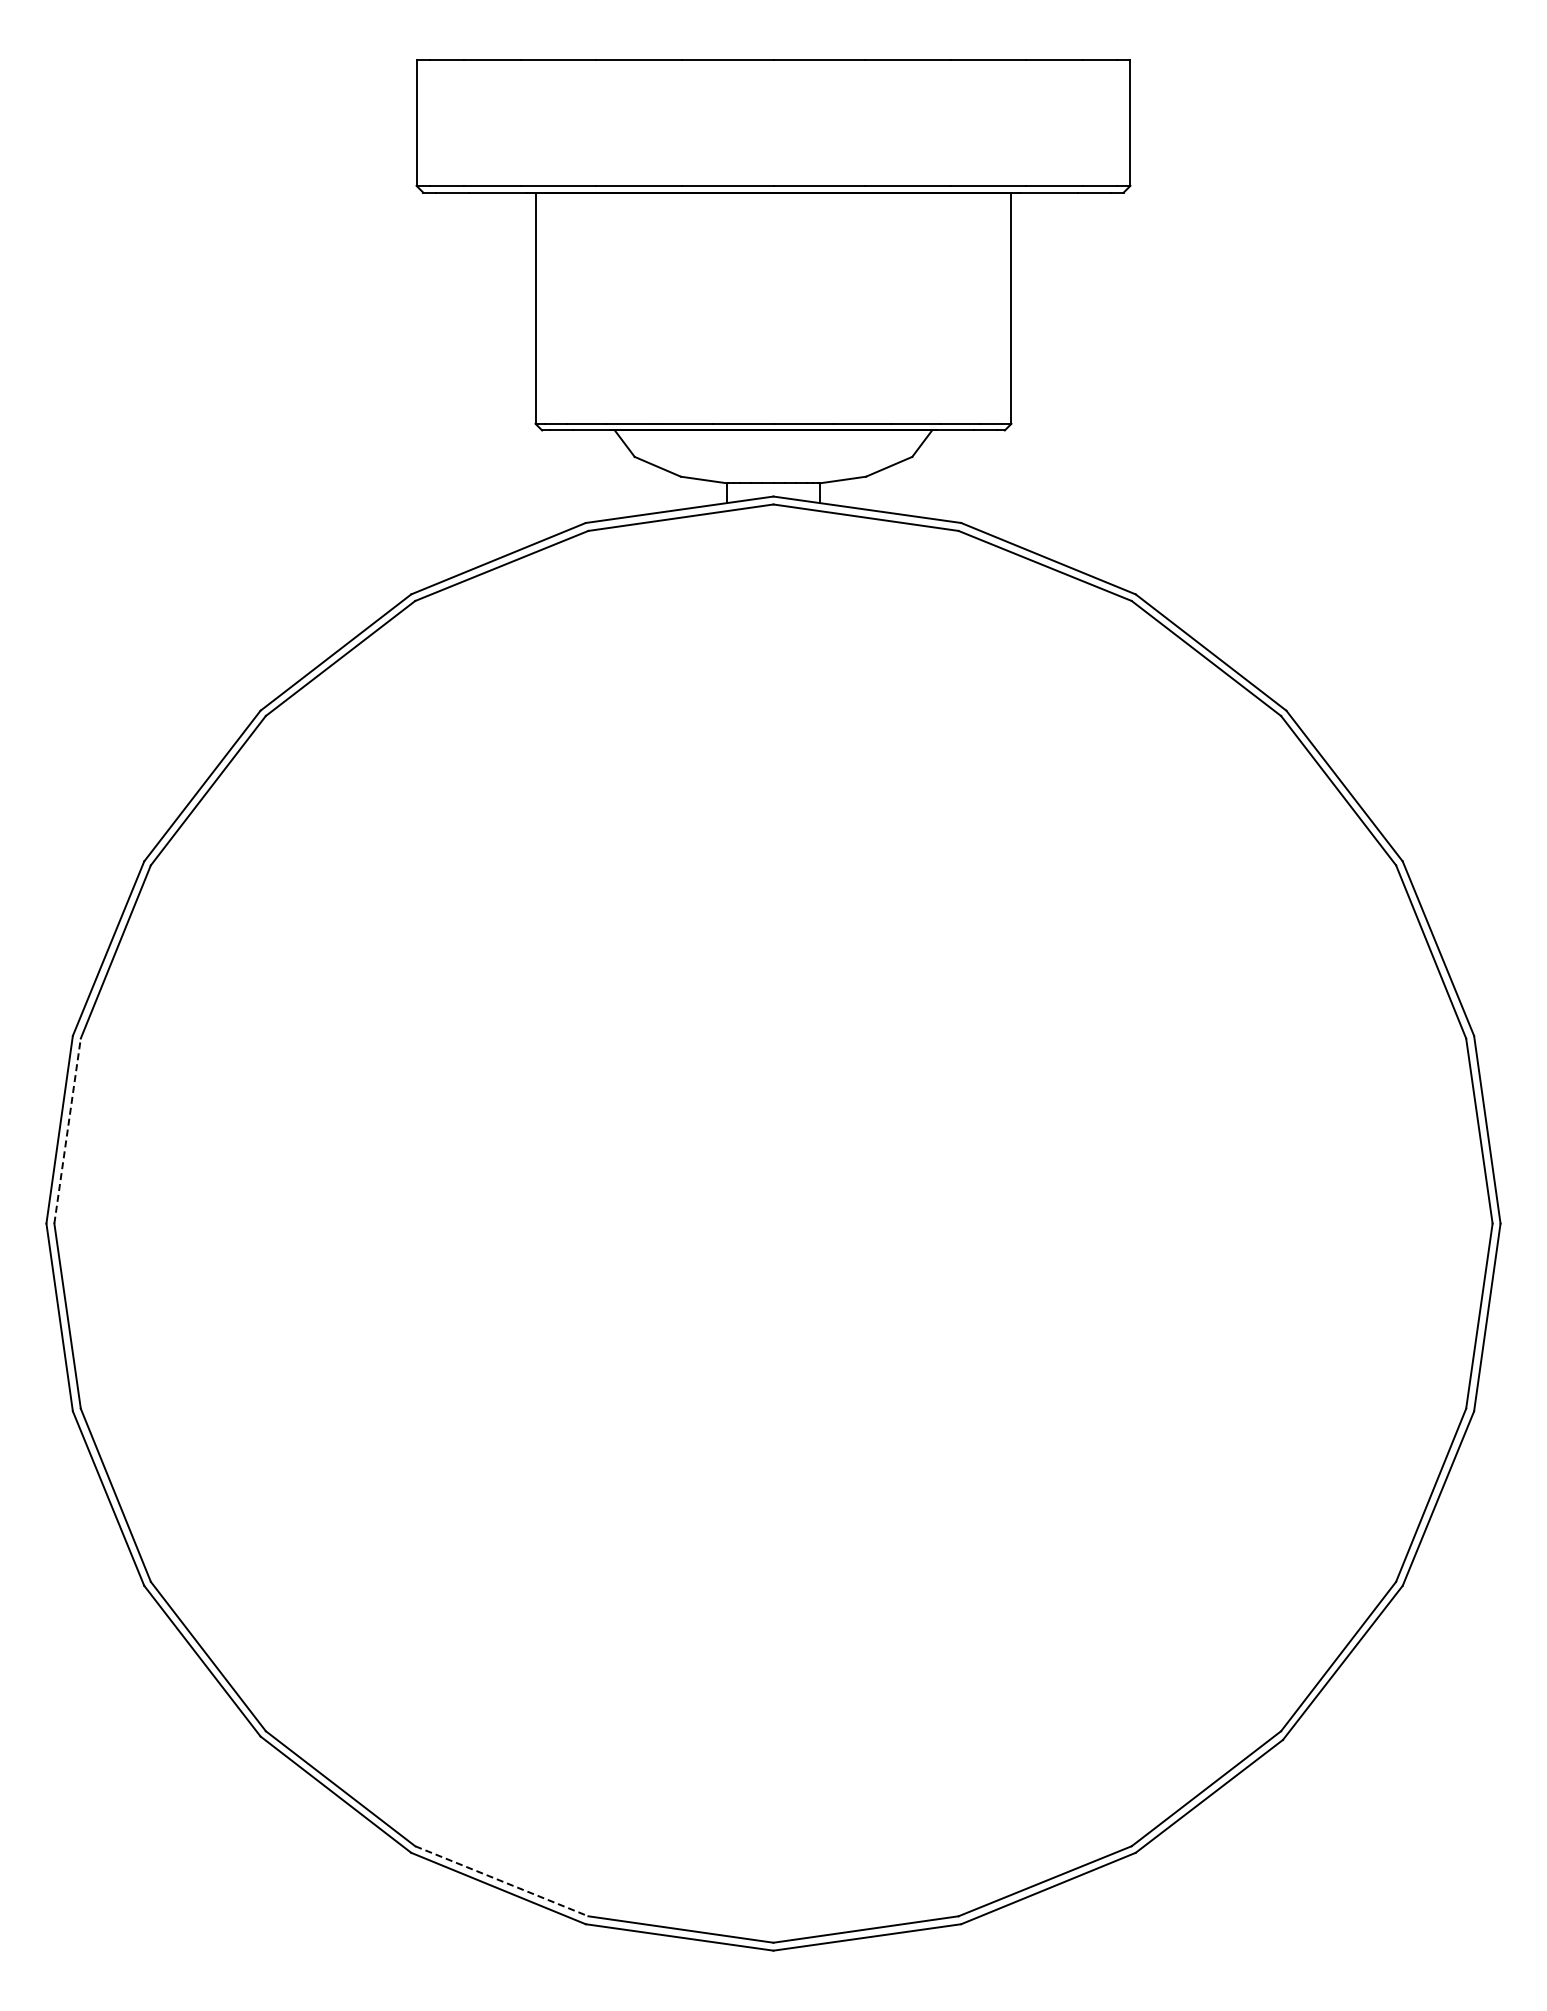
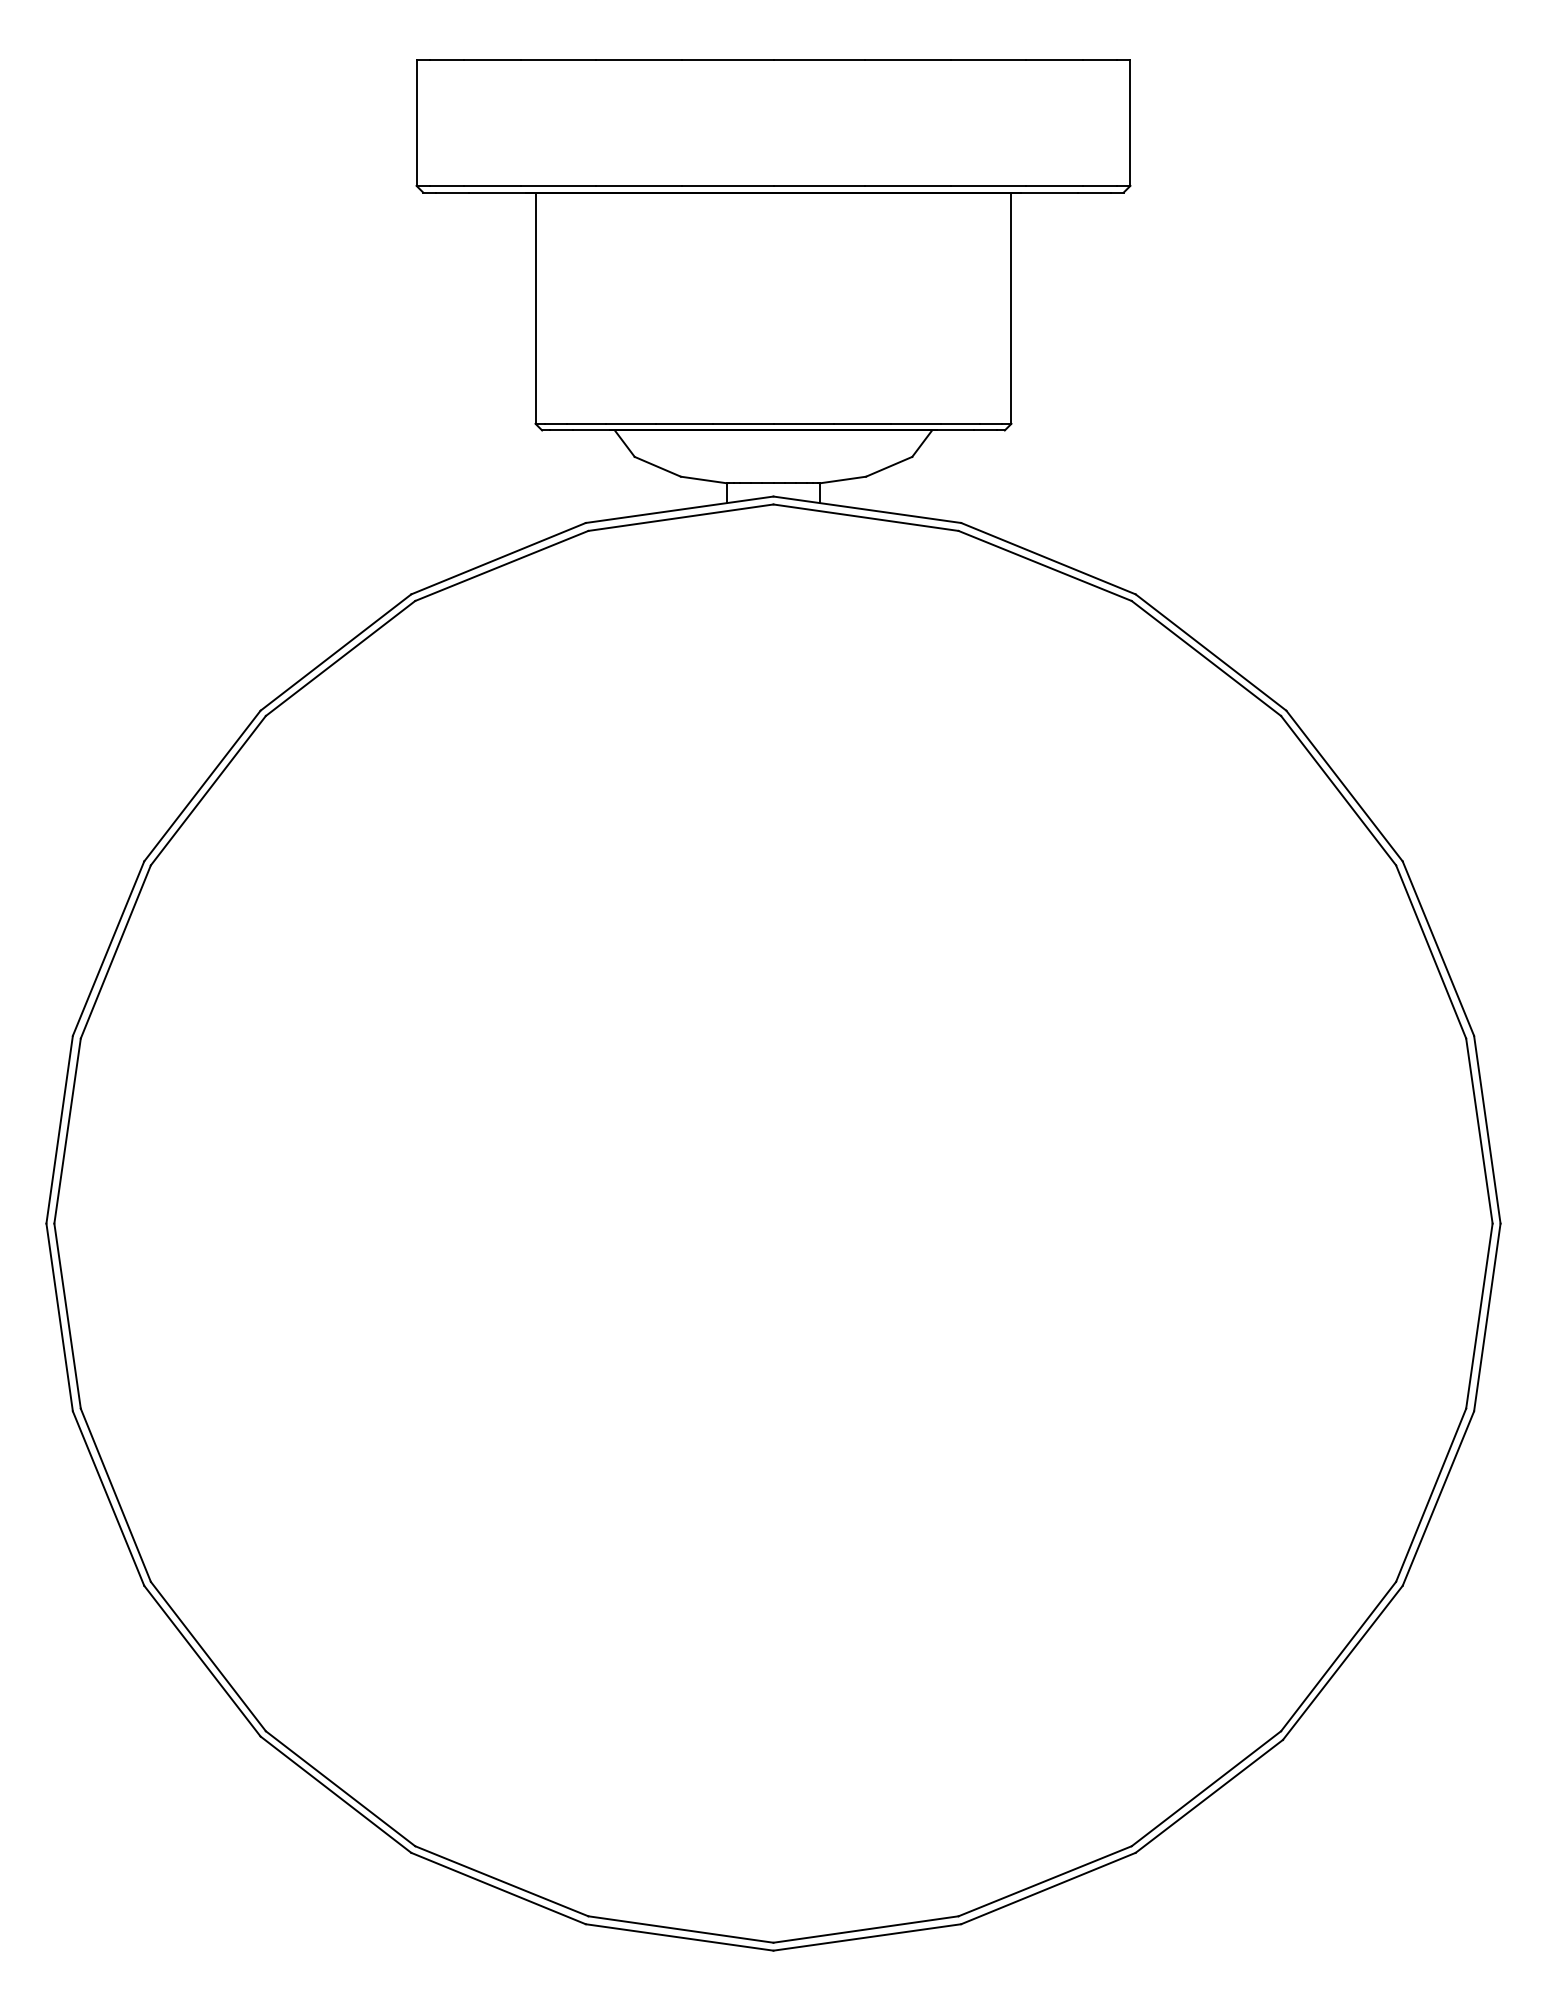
line at (67, 1130): dashed -> solid
line at (502, 1881): dashed -> solid
